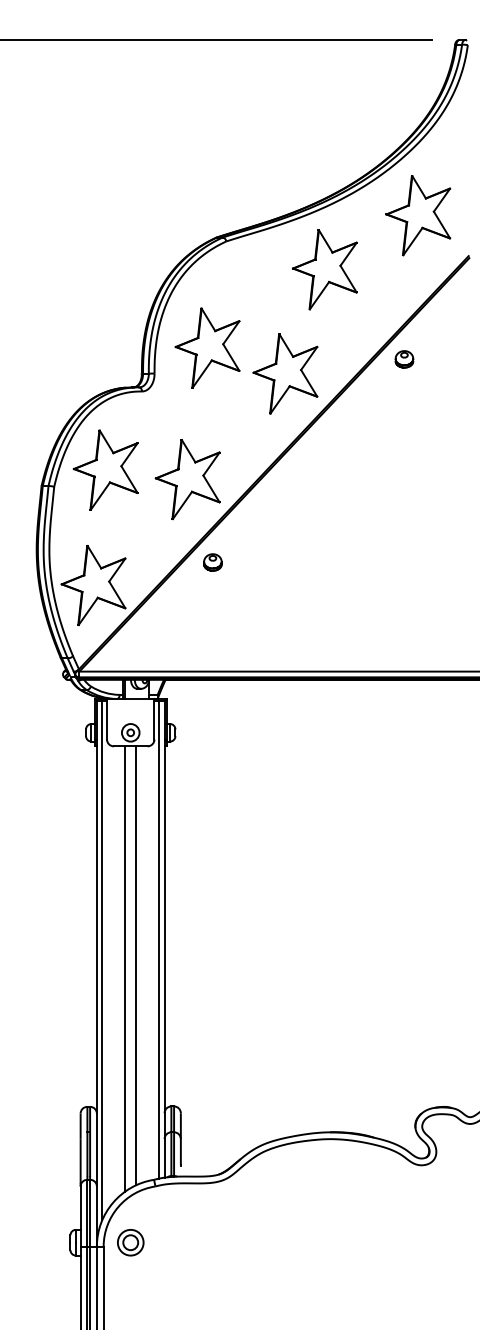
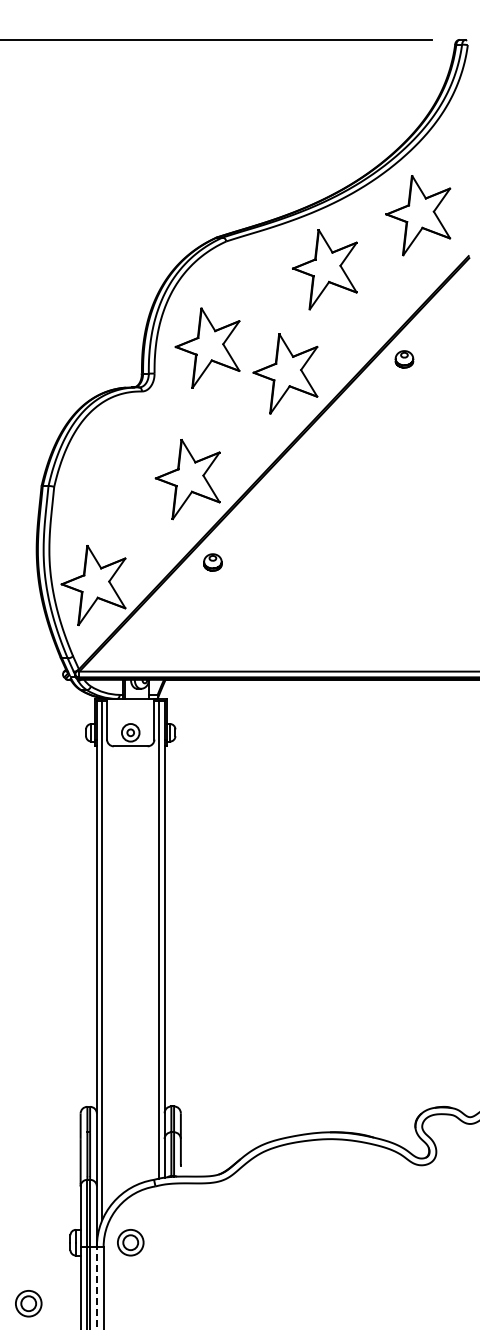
part at (105, 469): present -> none
line at (136, 965): present -> none
line at (125, 968): present -> none
line at (96, 1287): solid -> dashed
part at (28, 1303): none -> present
